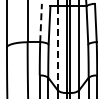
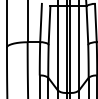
line at (41, 22): dashed -> solid
line at (58, 47): dashed -> solid
